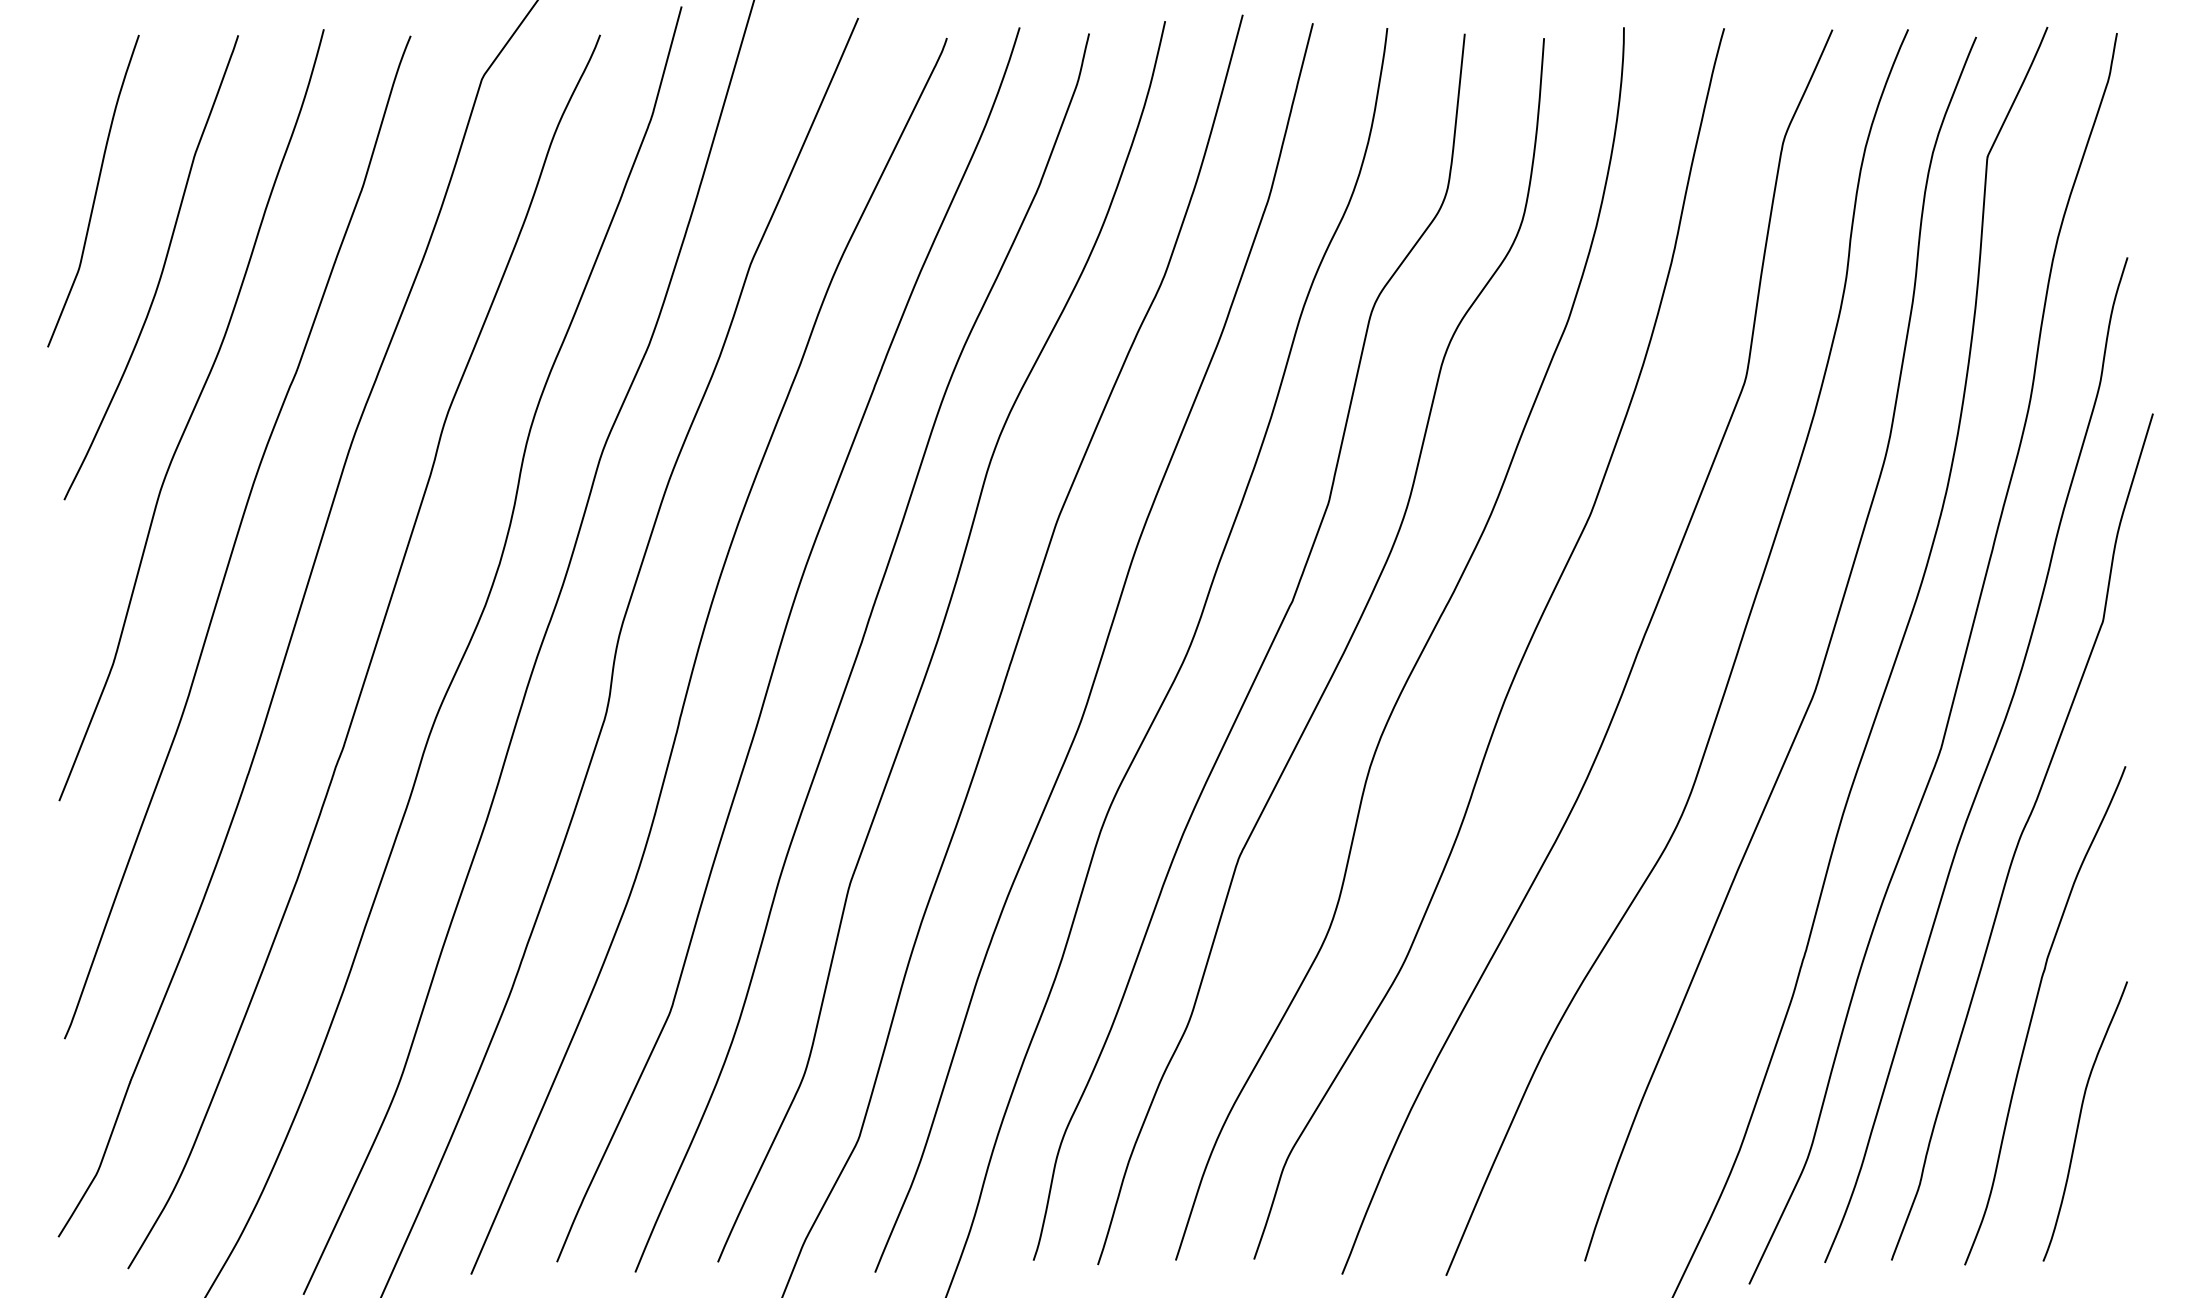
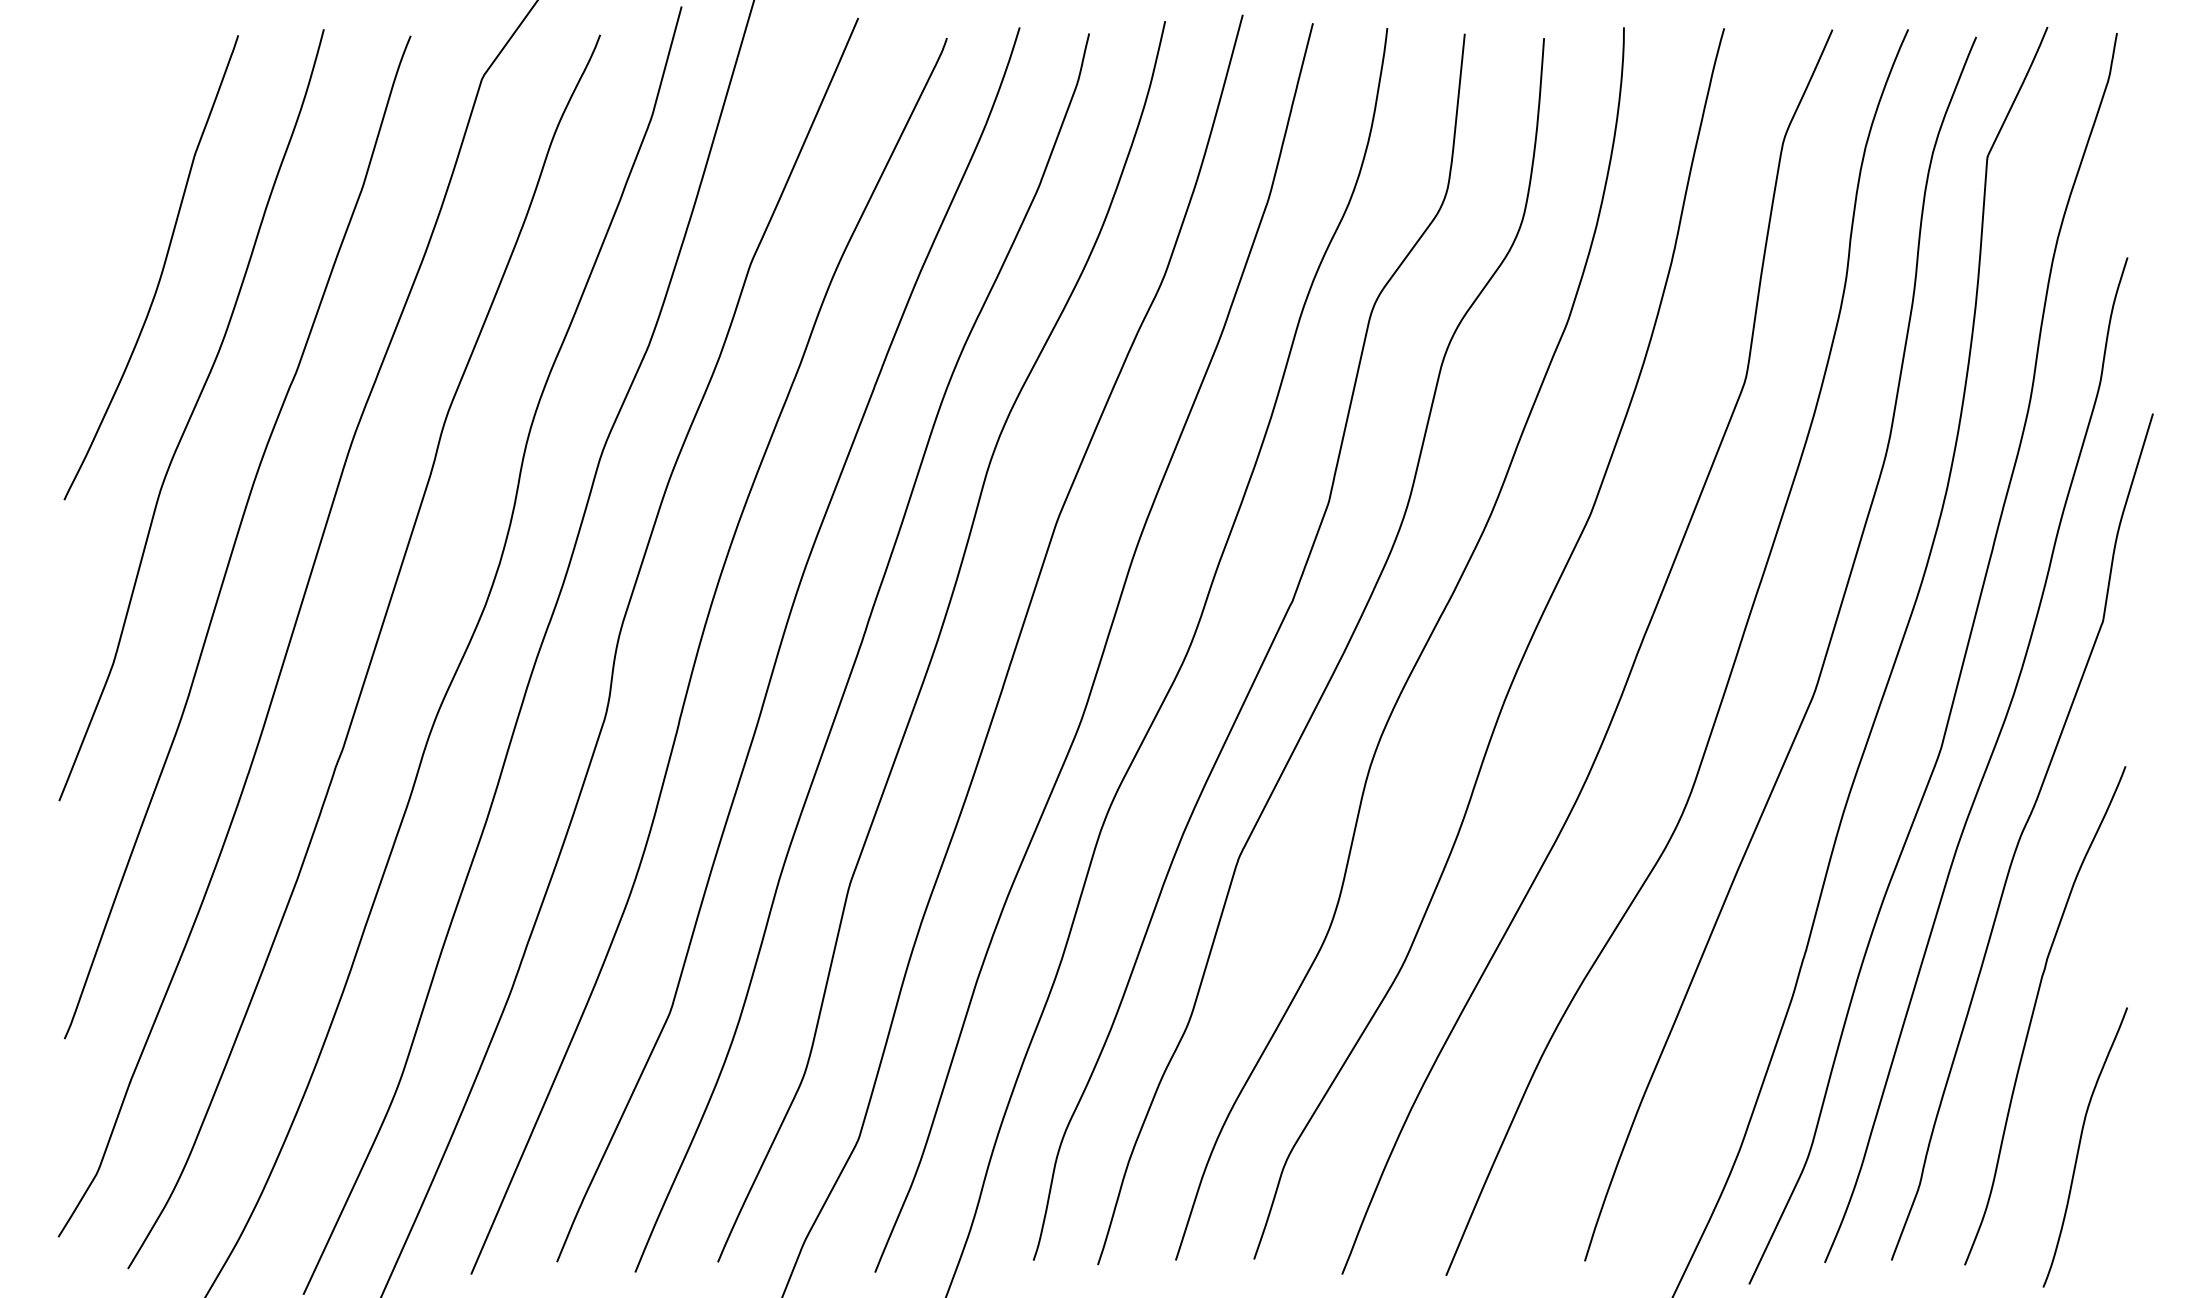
curve at (95, 190): present -> none
curve at (2080, 1119) position: (2080, 1119) -> (2080, 1145)
